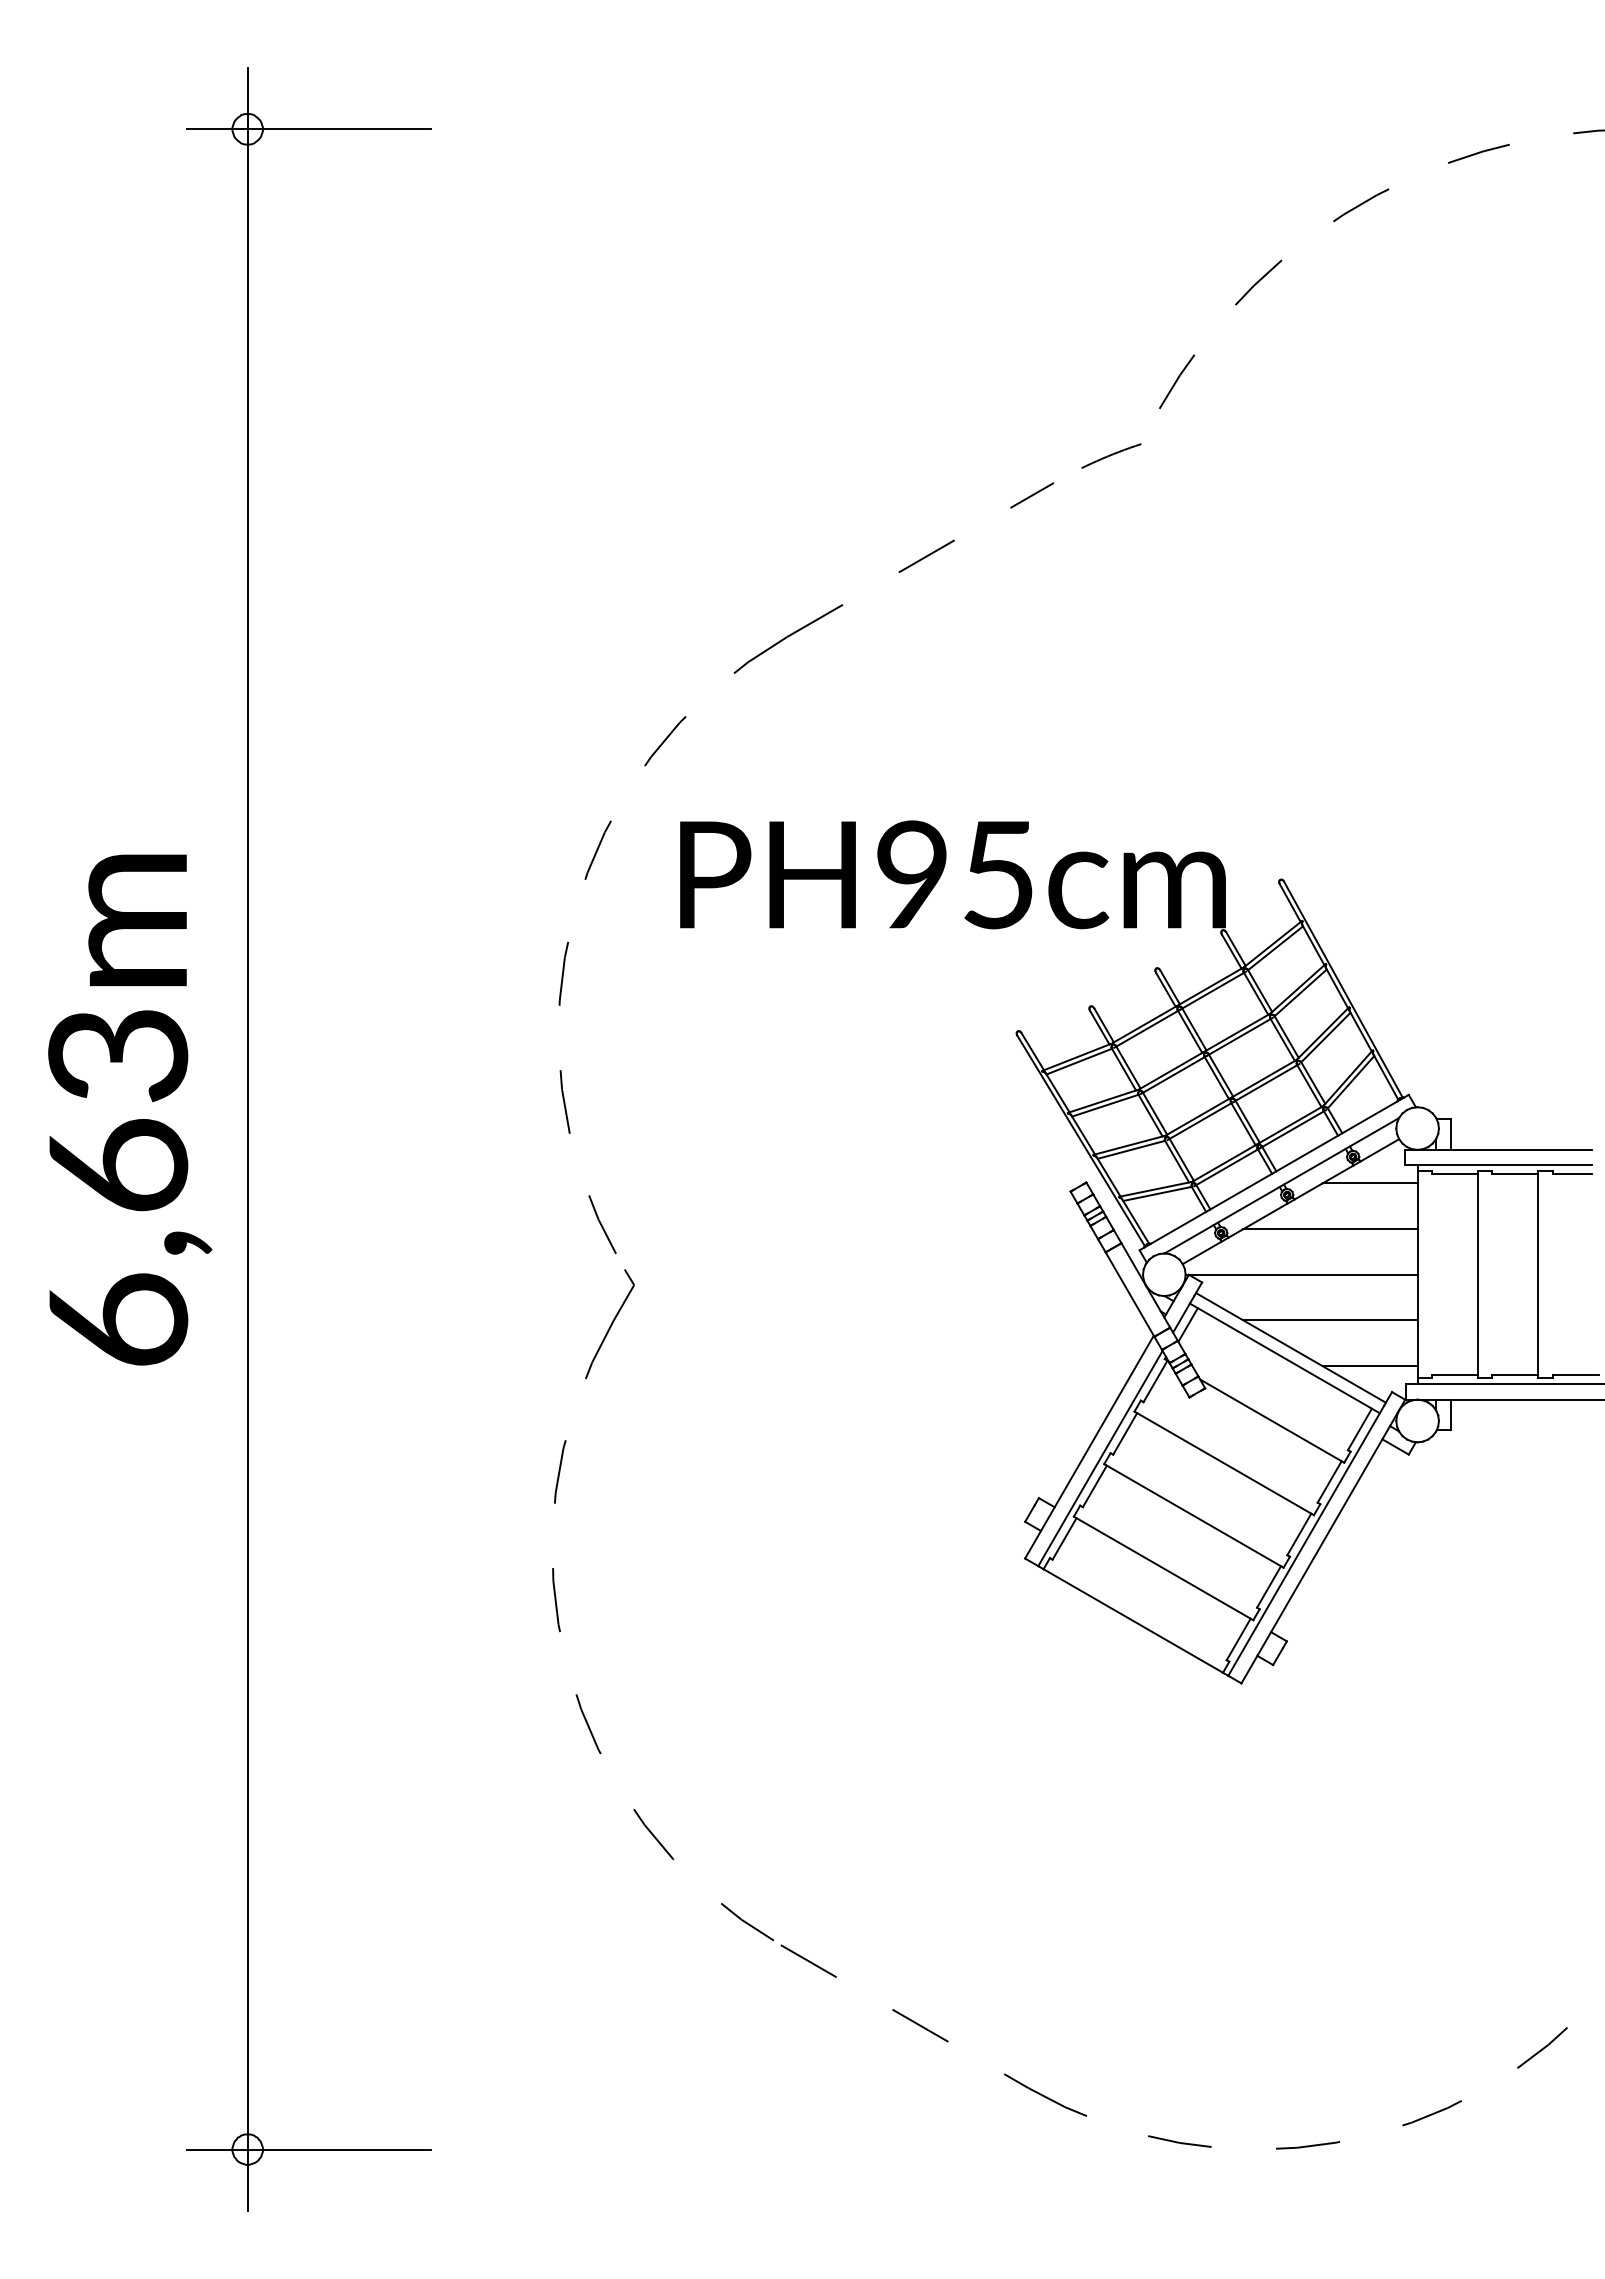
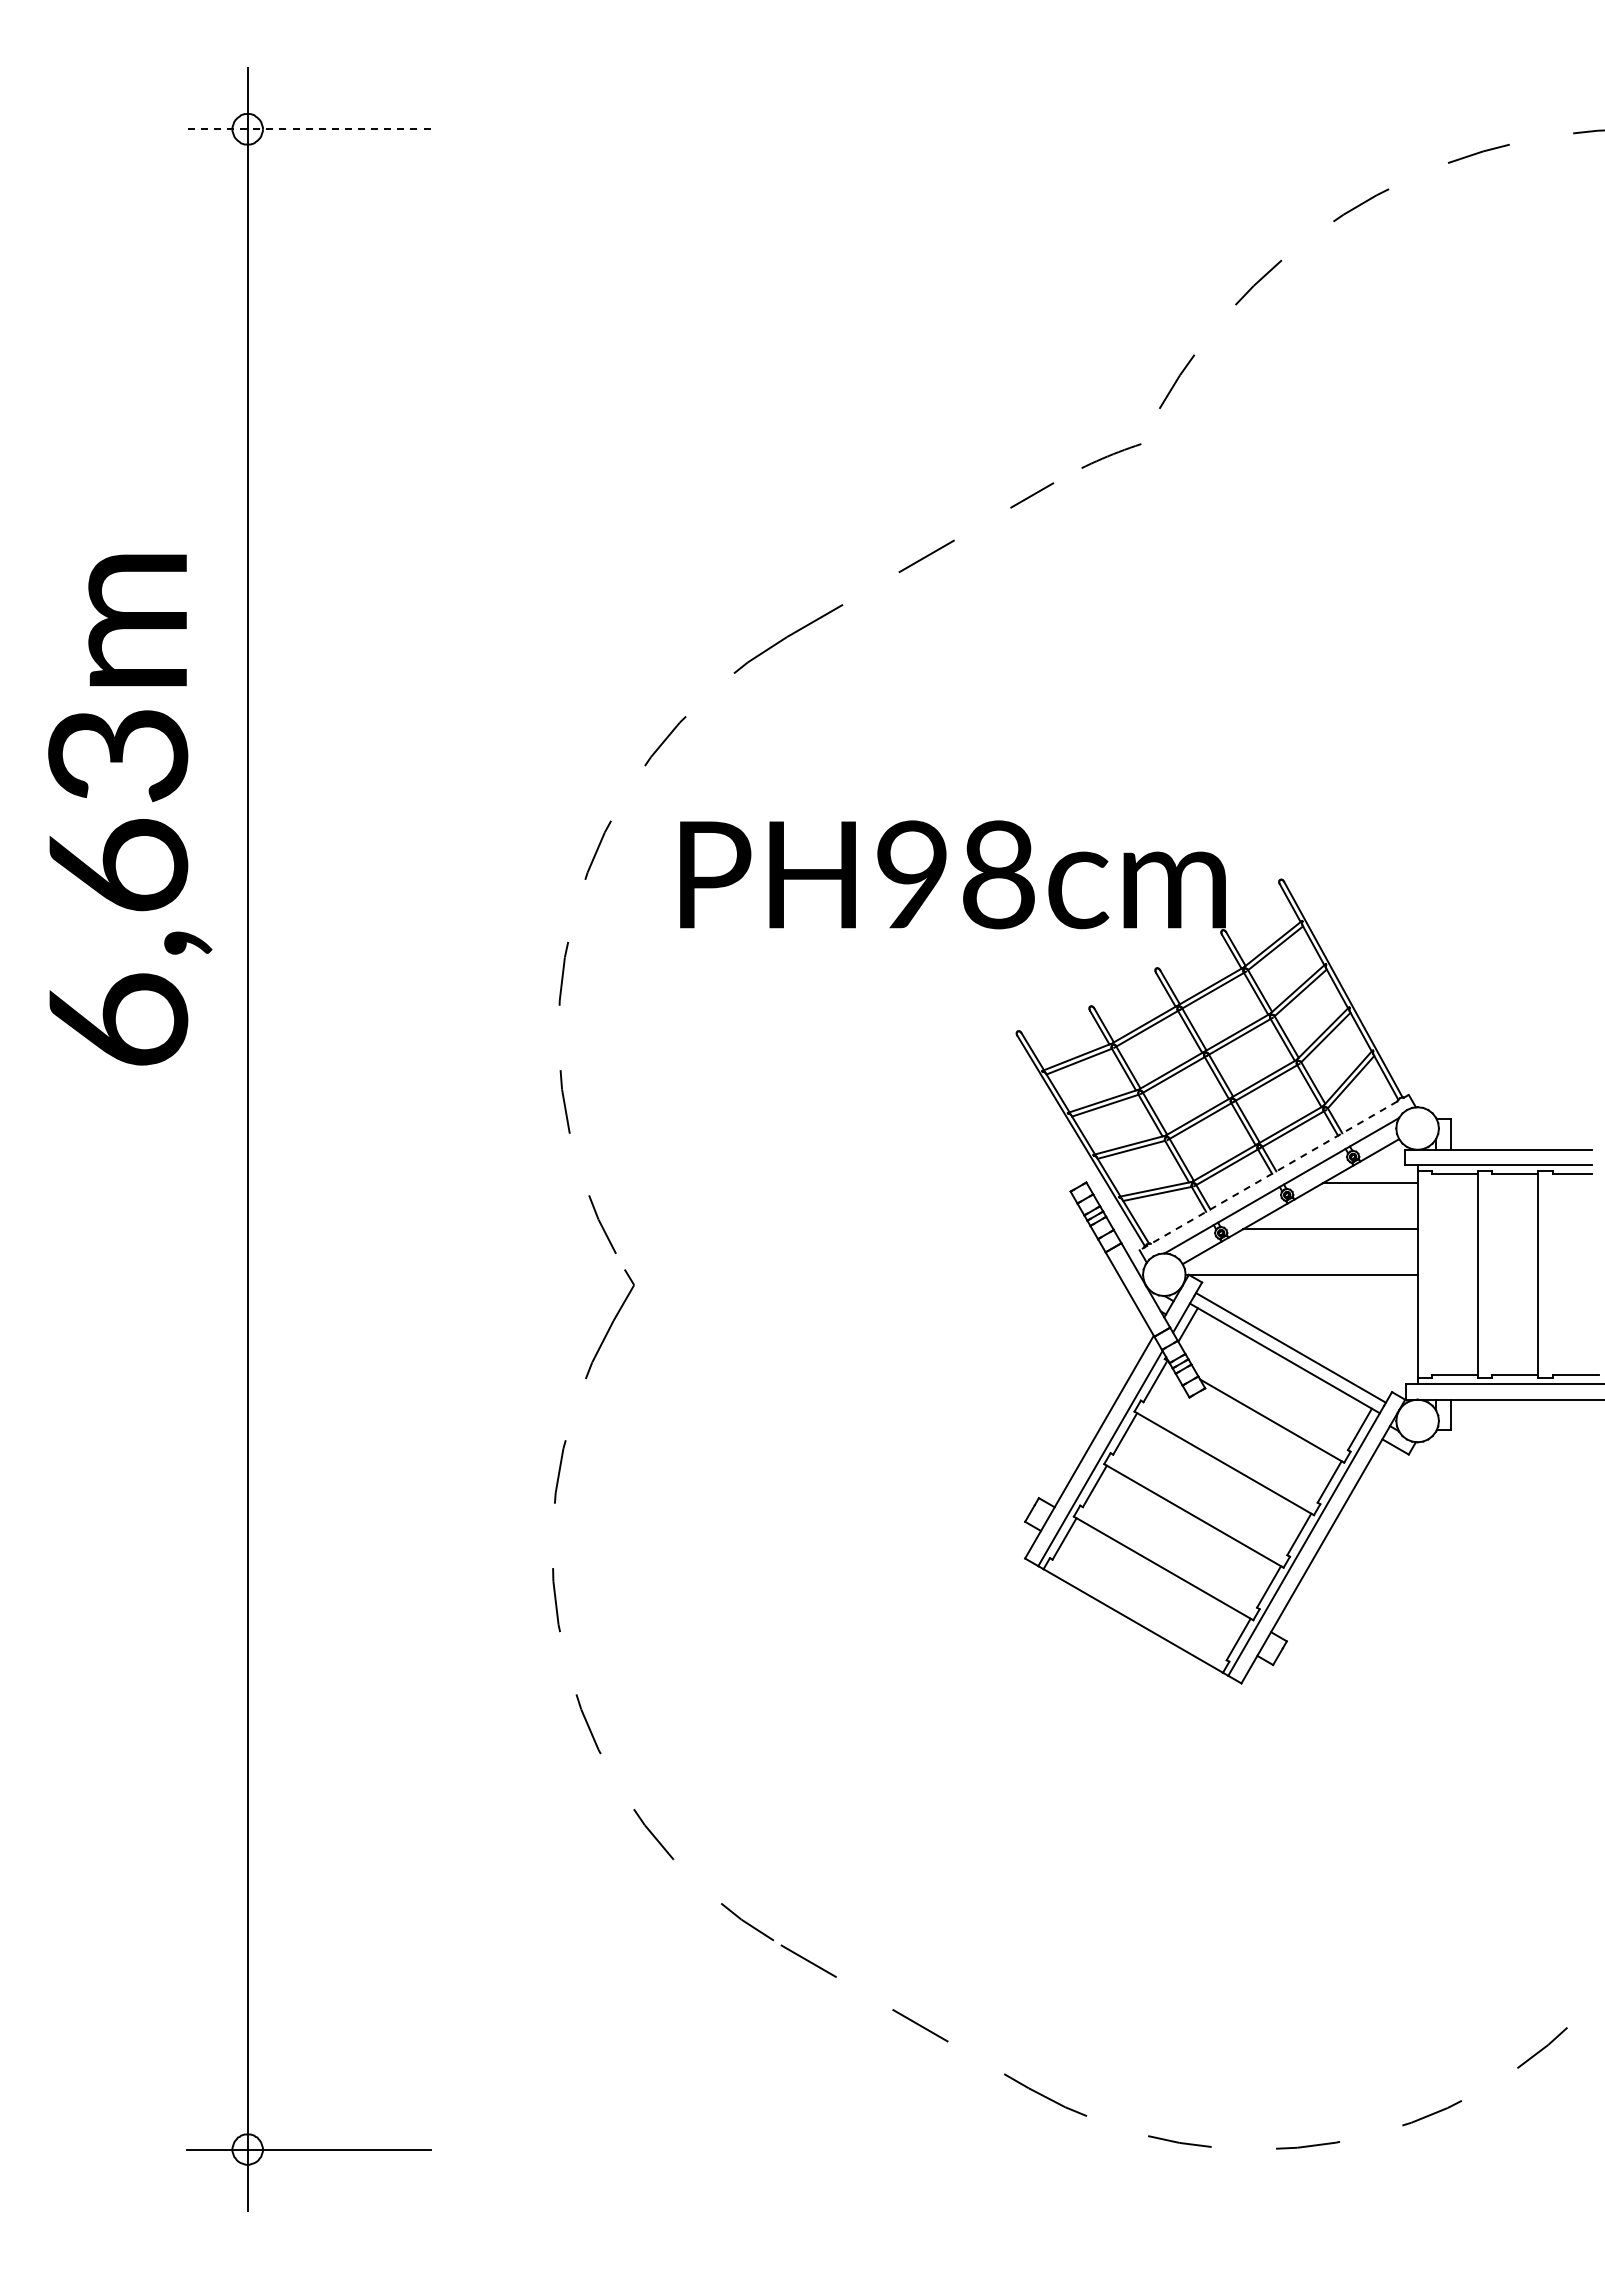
line at (308, 129): solid -> dashed
text at (998, 874): PH95cm -> PH98cm
text at (130, 1109) position: (130, 1109) -> (130, 809)
line at (1273, 1172): solid -> dashed
line at (1330, 1320): present -> none
line at (1369, 1366): present -> none
